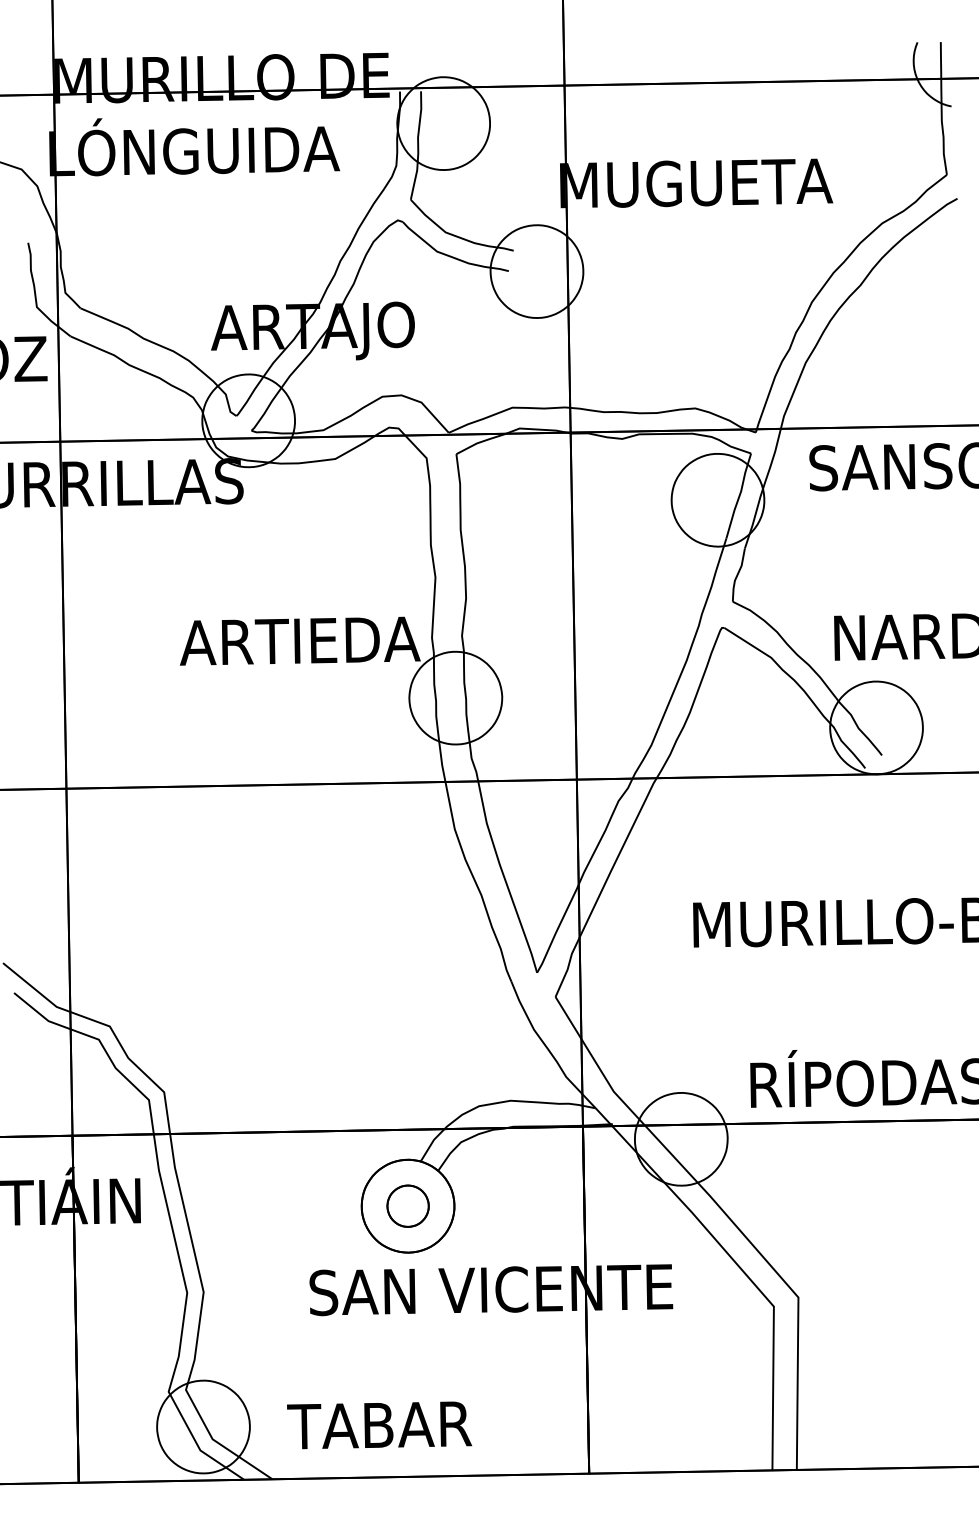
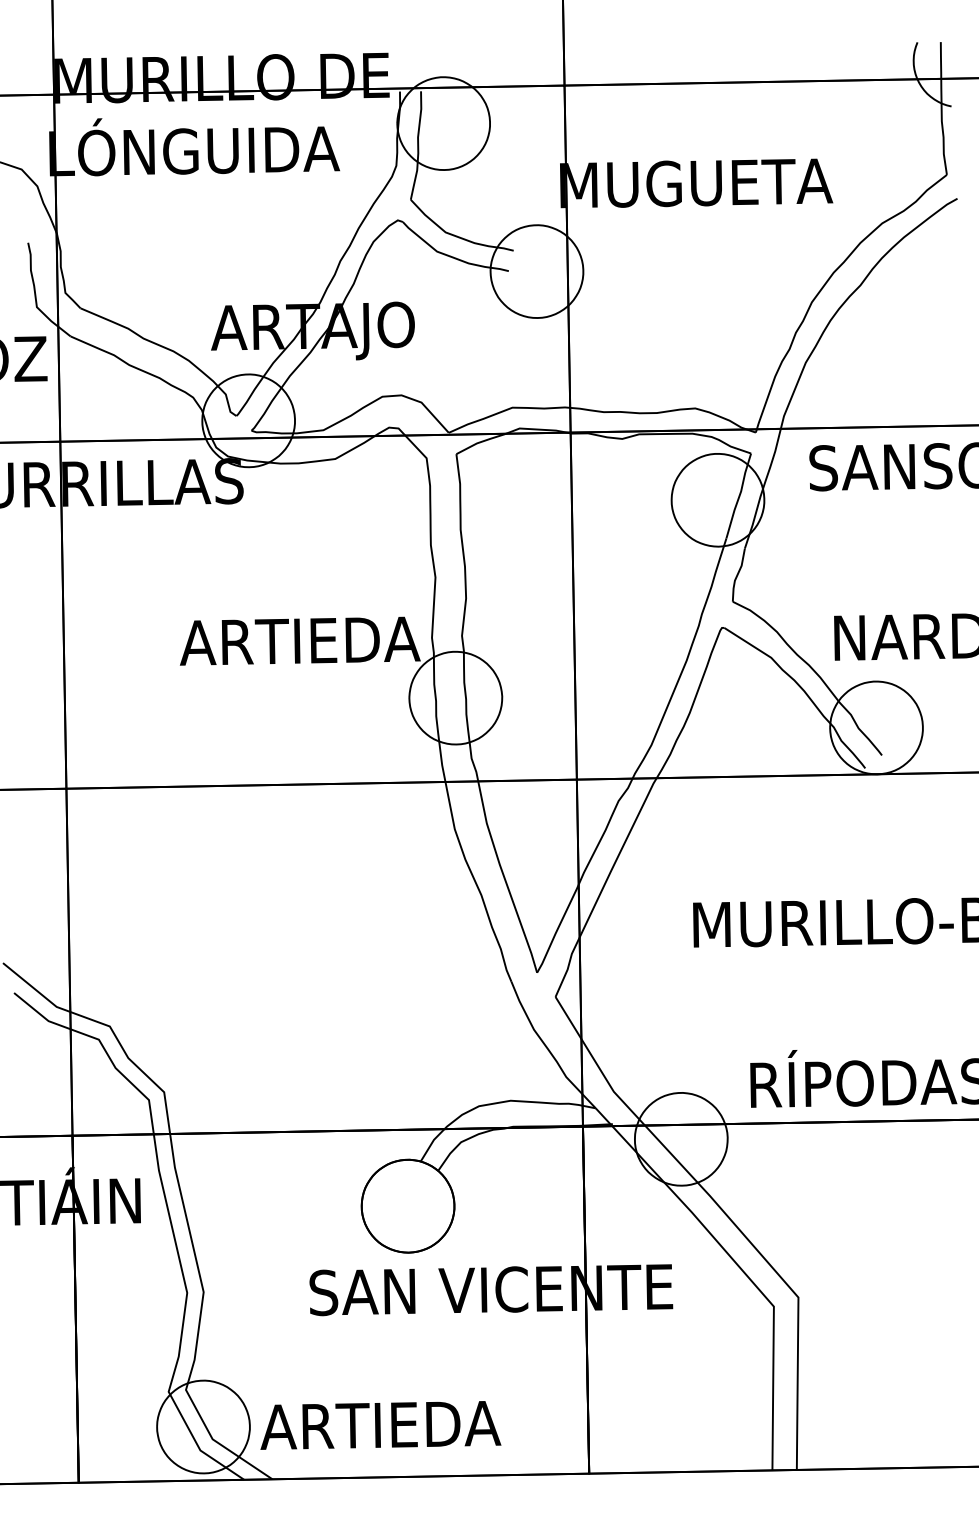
part at (407, 1205): present -> none
text at (380, 1425): TABAR -> ARTIEDA
